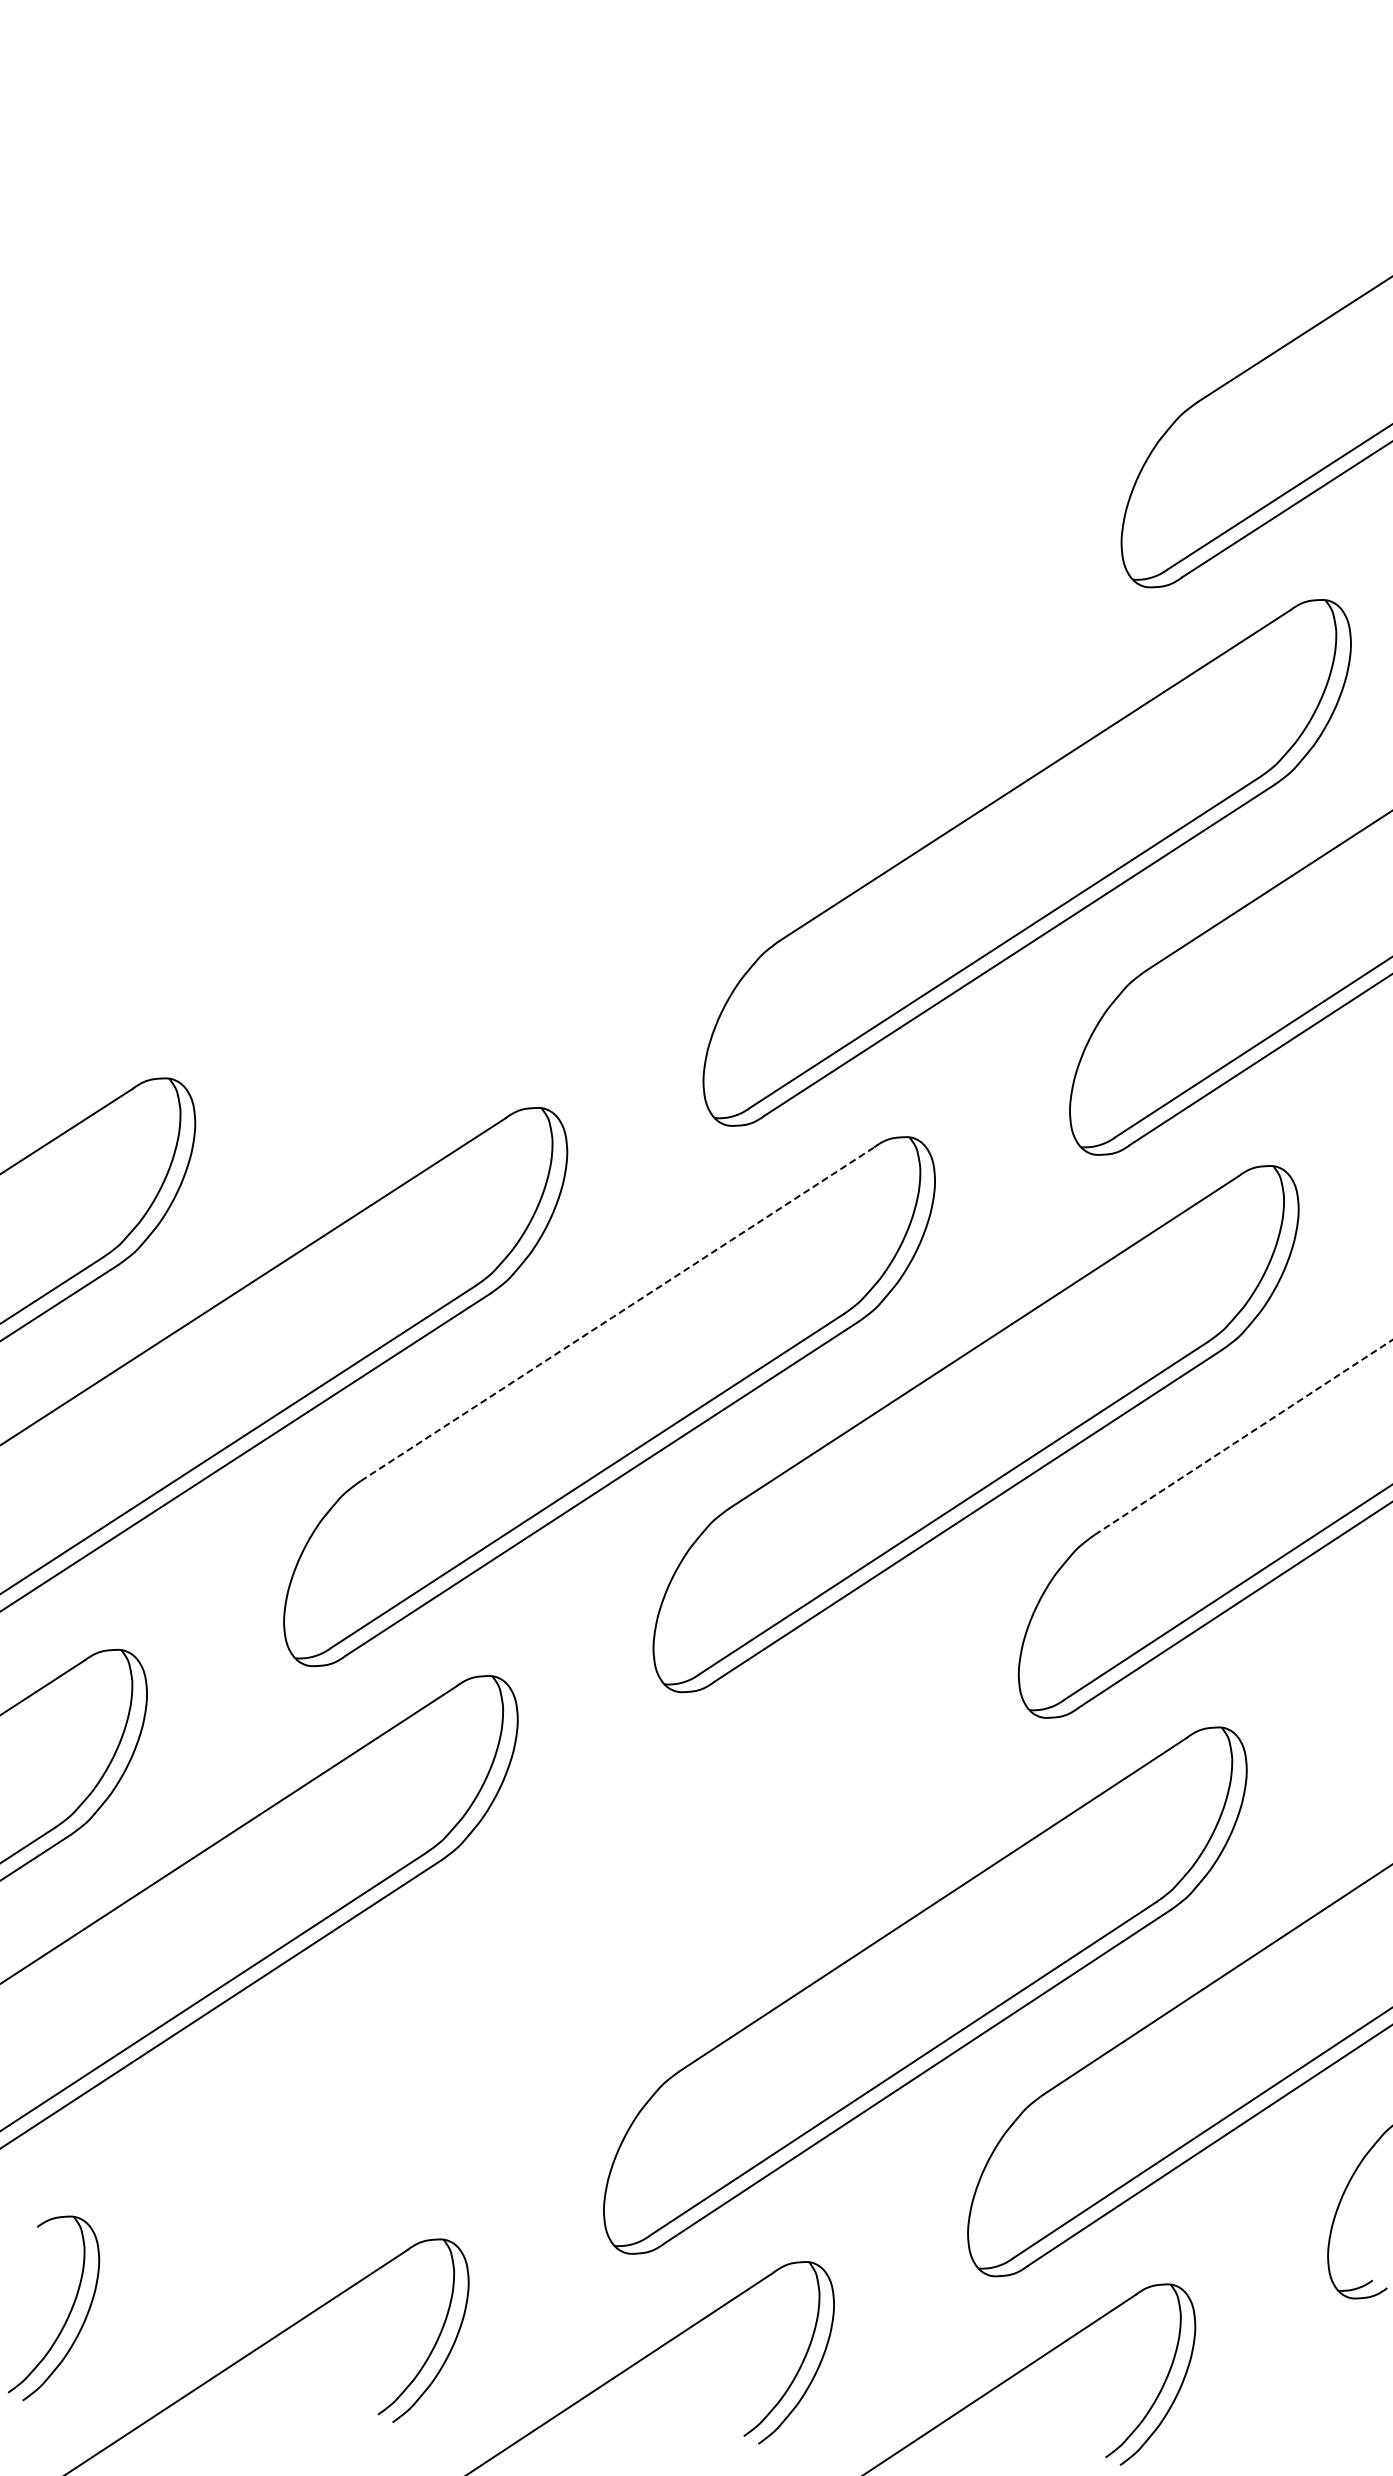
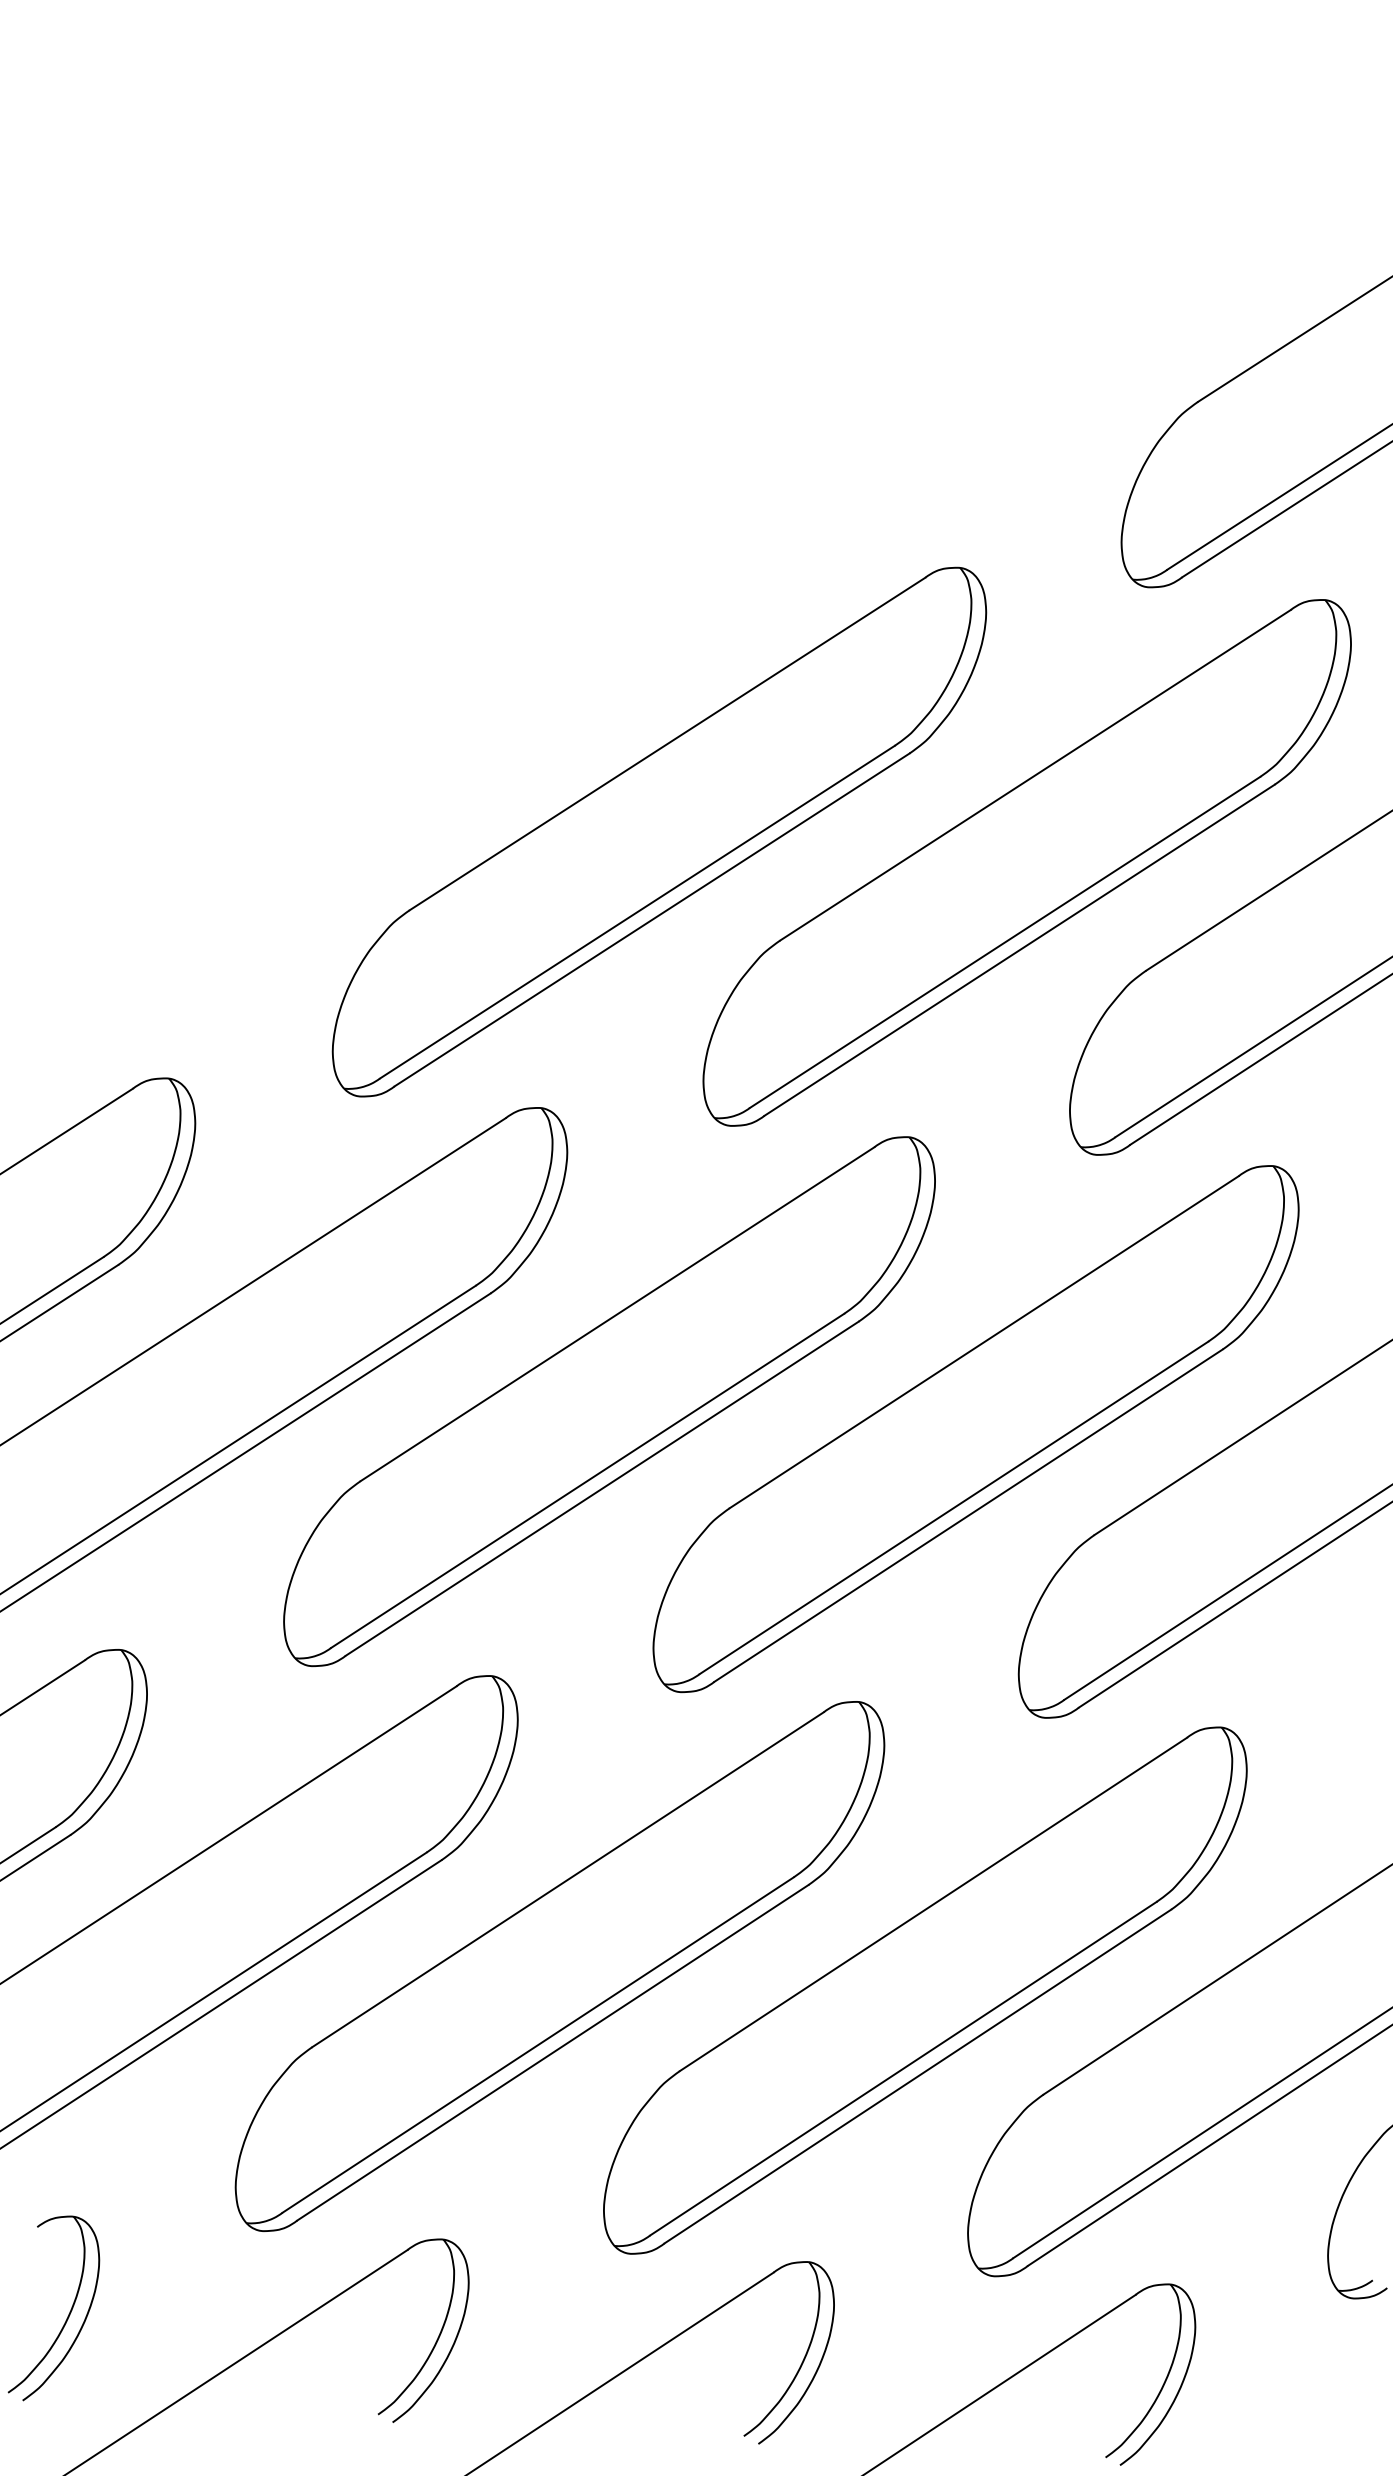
part at (659, 831): none -> present
line at (617, 1313): dashed -> solid
line at (1243, 1437): dashed -> solid
part at (559, 1966): none -> present
